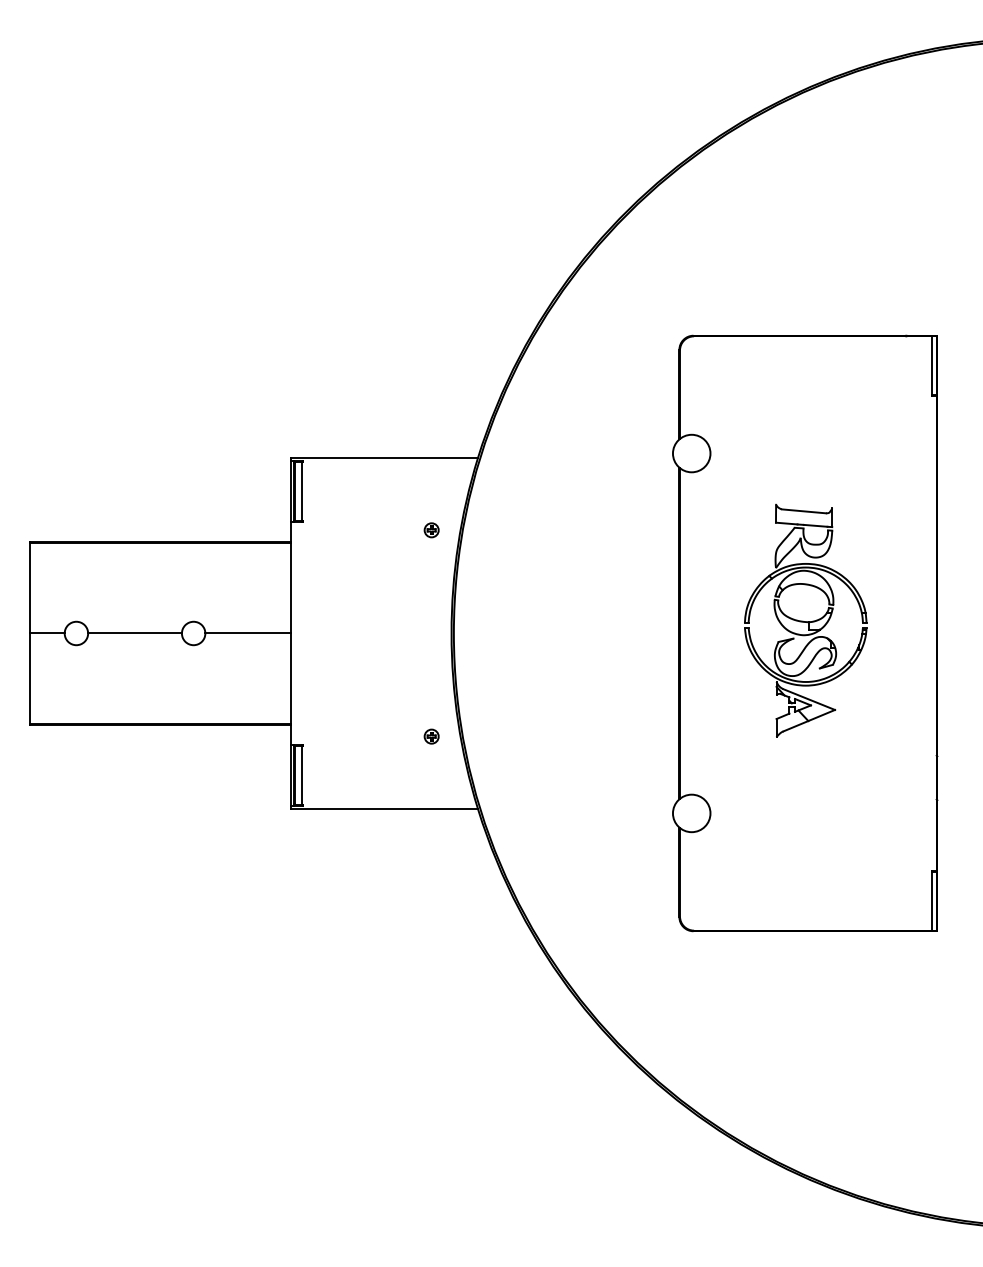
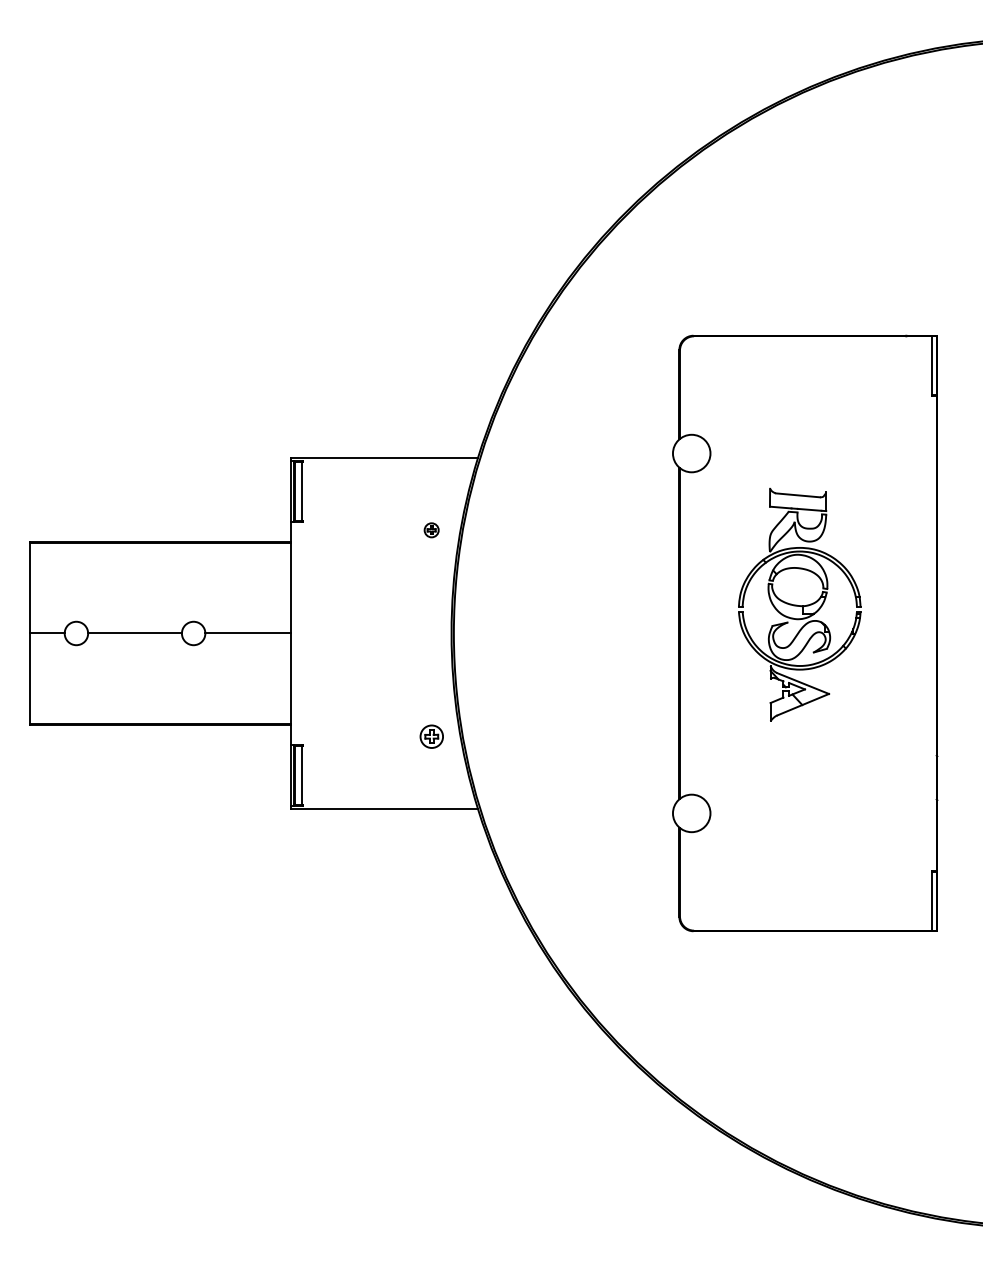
part at (805, 620) position: (805, 620) -> (799, 604)
part at (431, 736) size: 17x17 px -> 25x25 px
